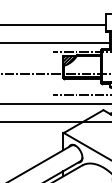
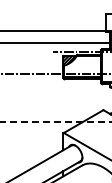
line at (53, 25) position: (53, 25) -> (53, 31)
line at (80, 95): present -> none
line at (55, 104): present -> none
line at (56, 122): solid -> dashed
